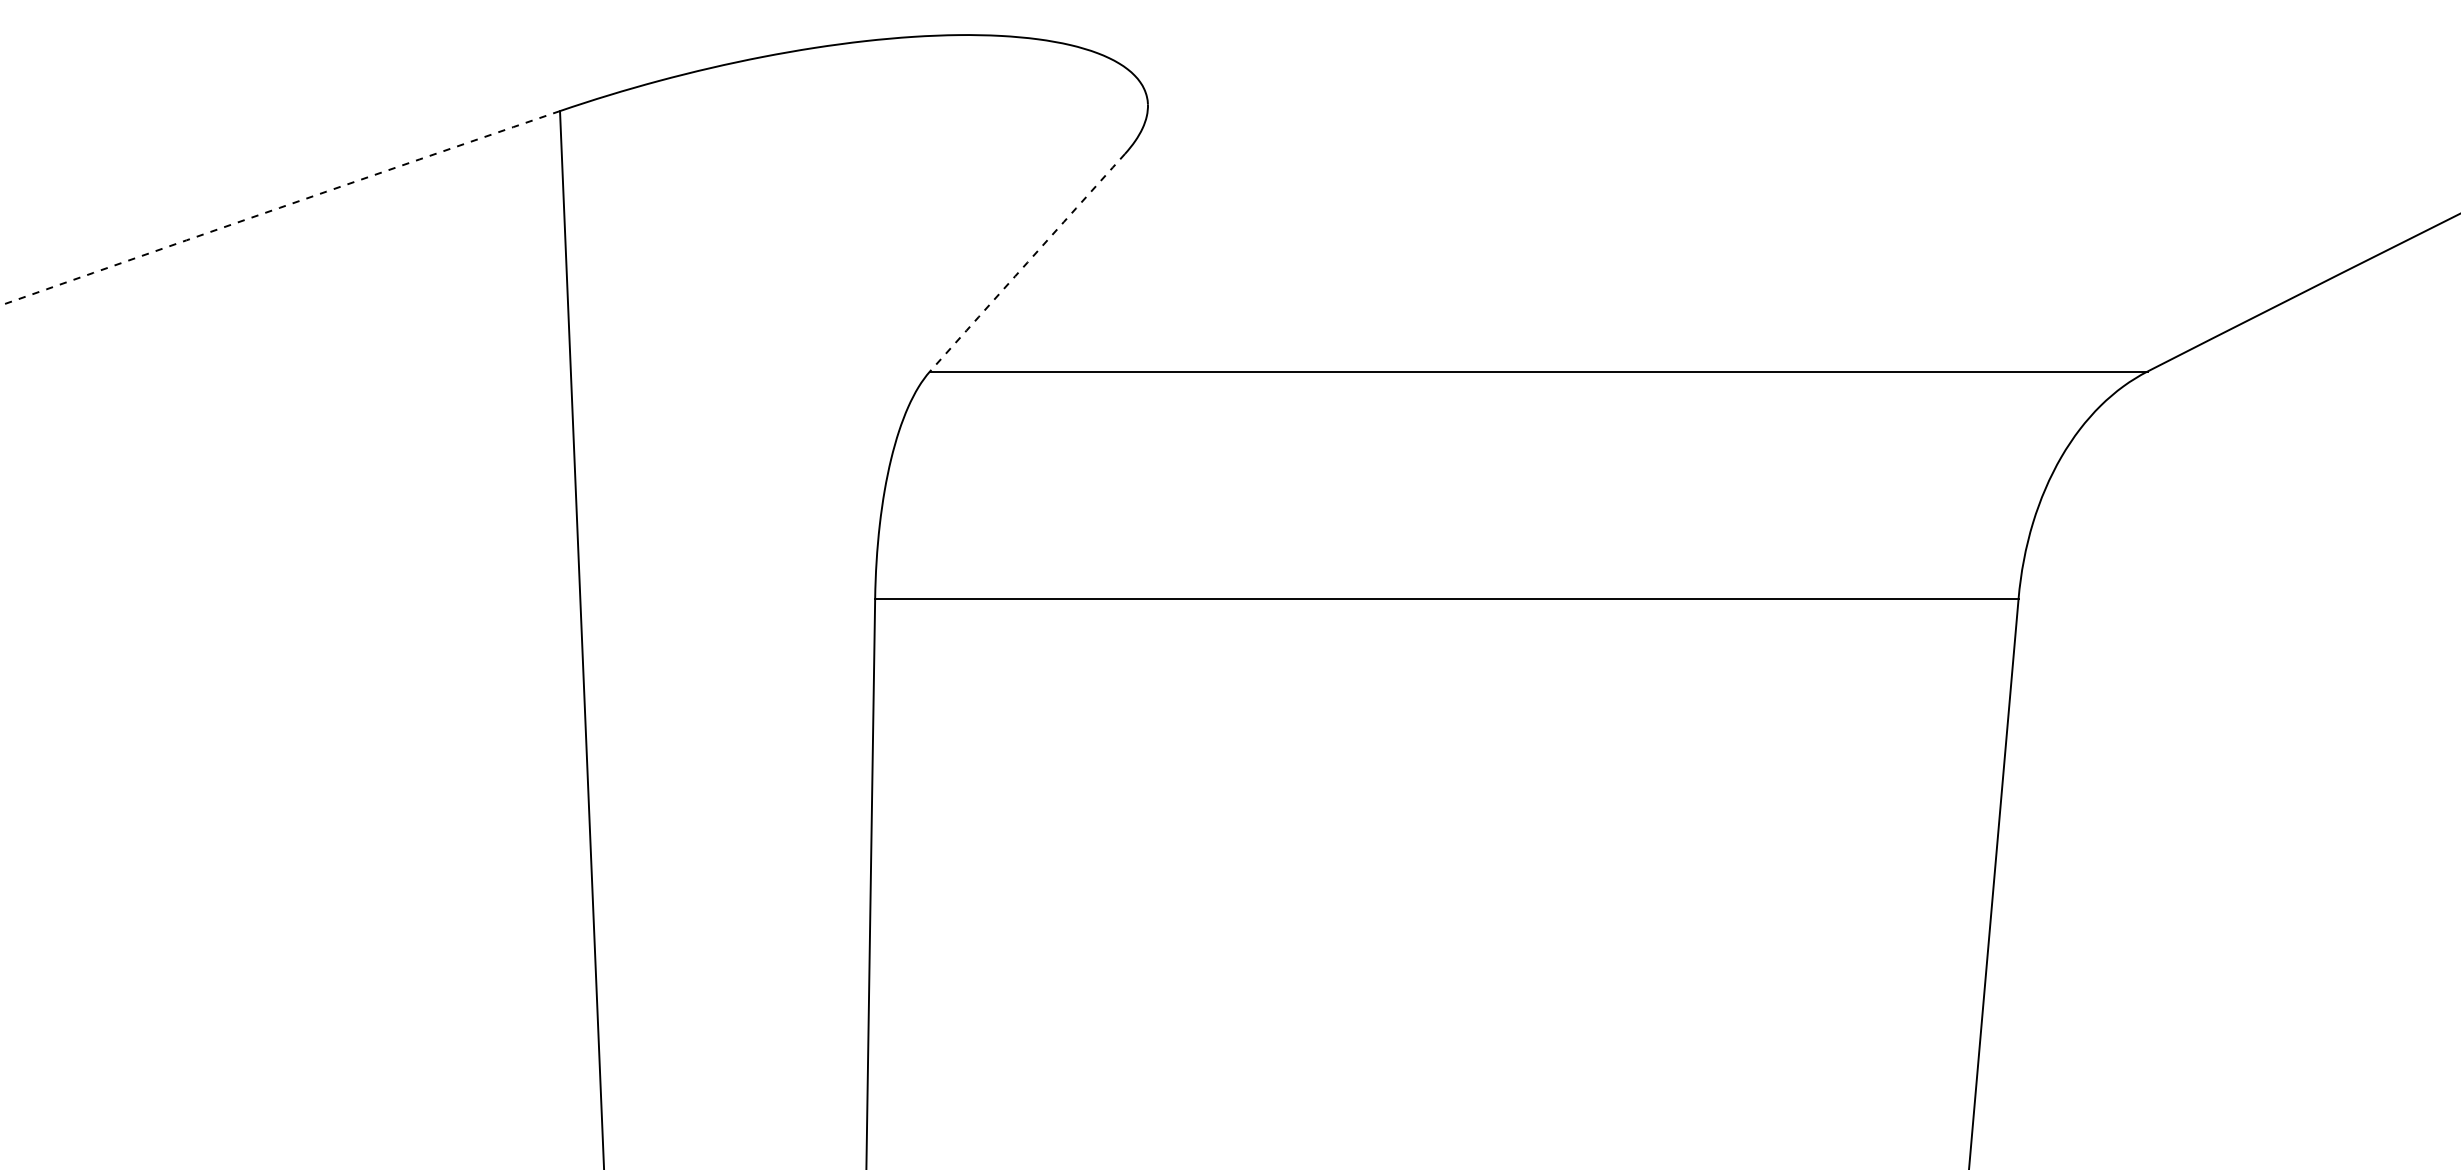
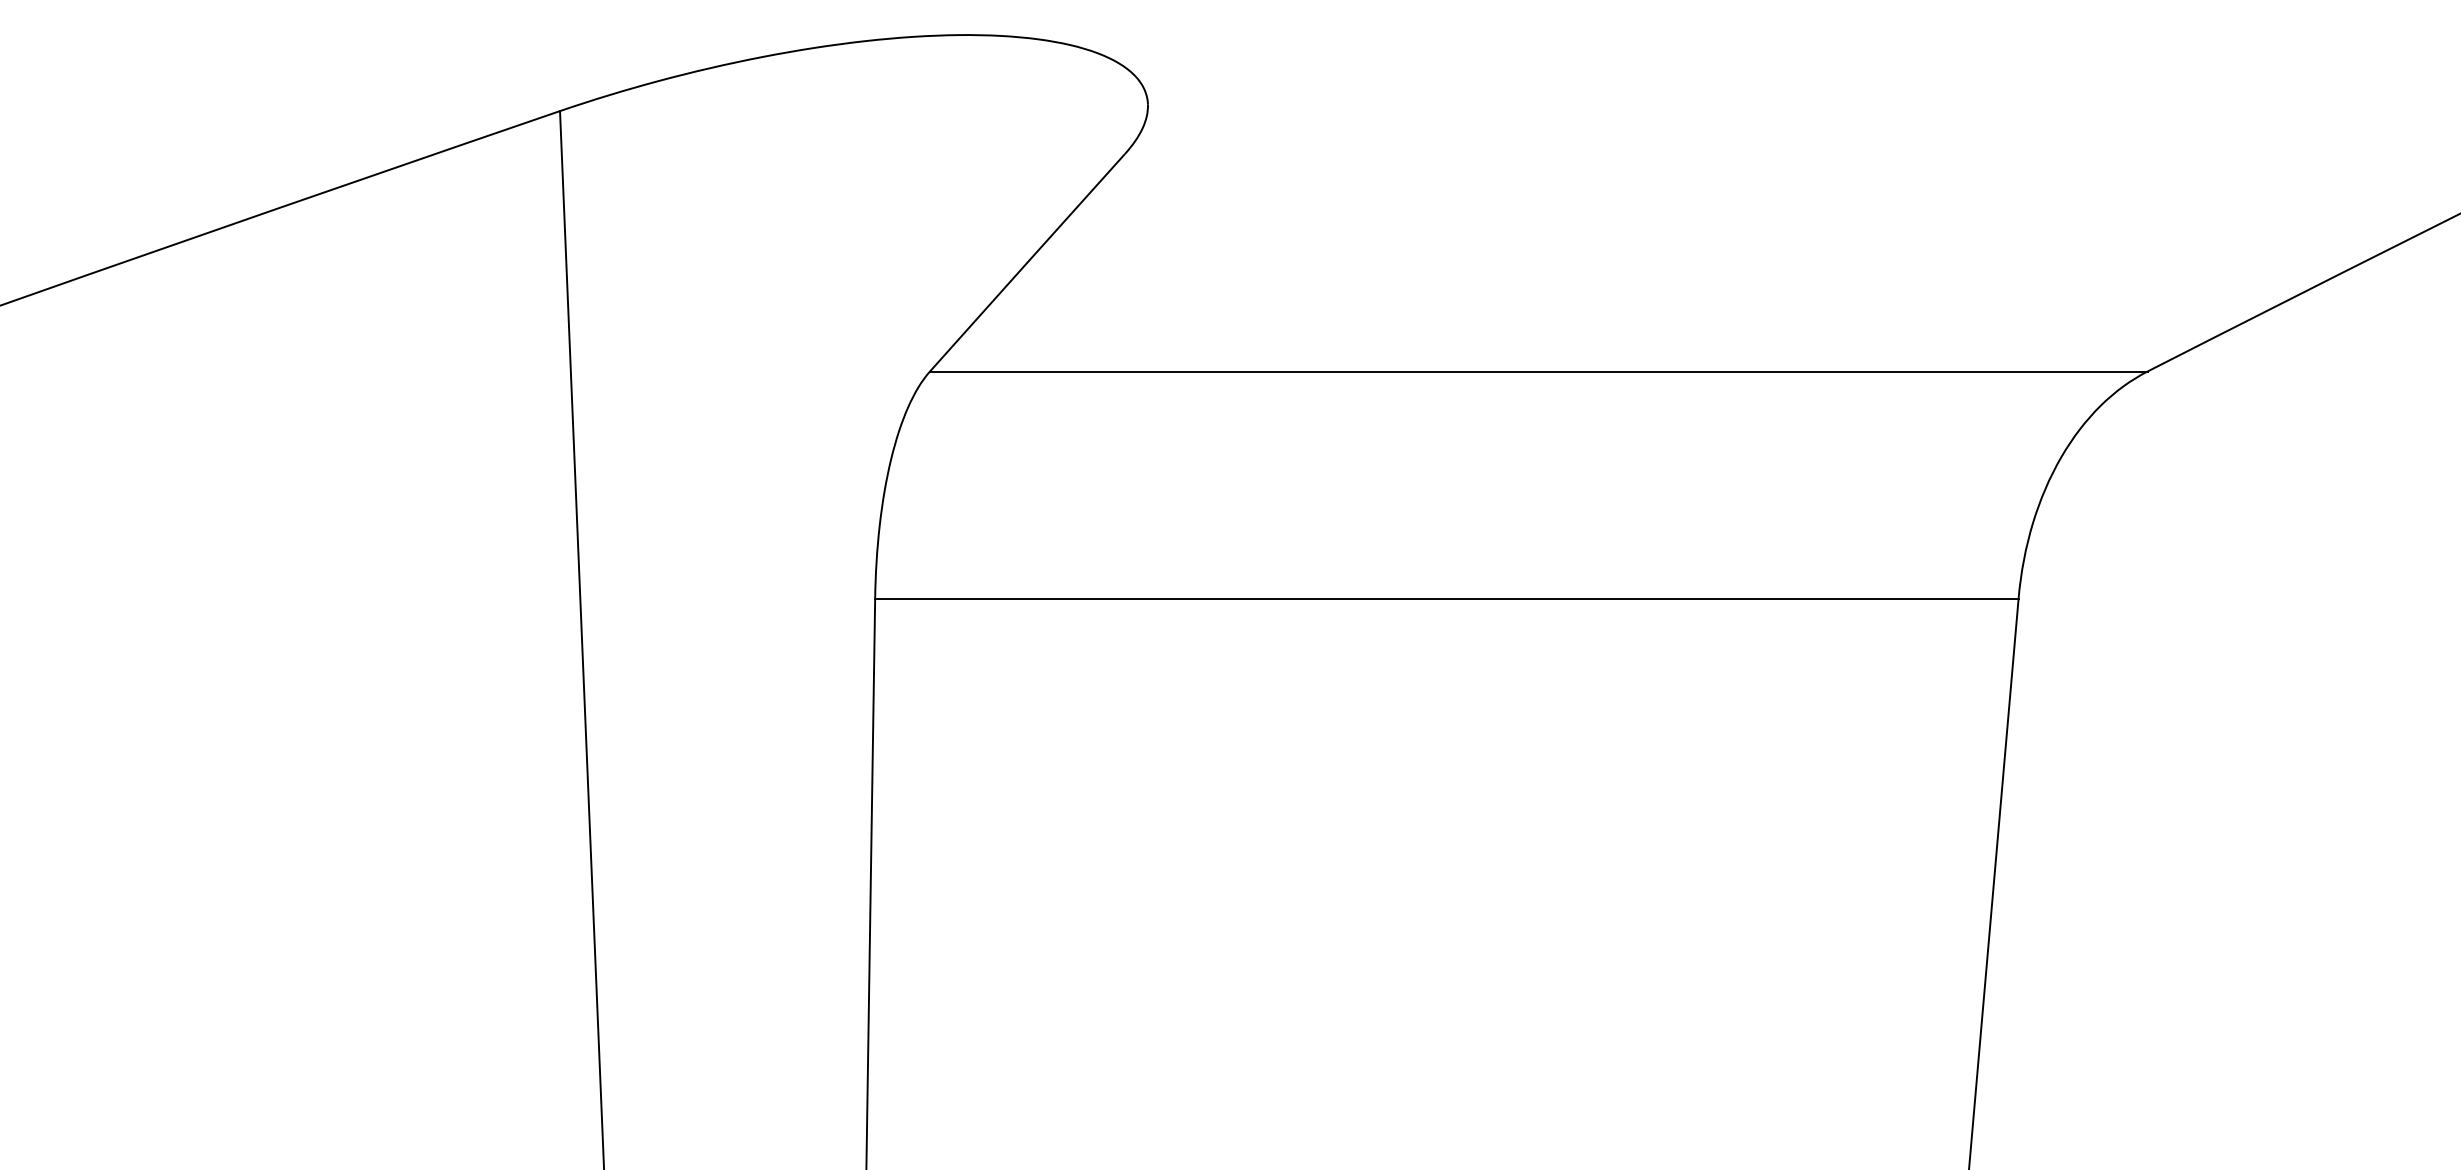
arc at (278, 208): dashed -> solid
arc at (1027, 262): dashed -> solid
